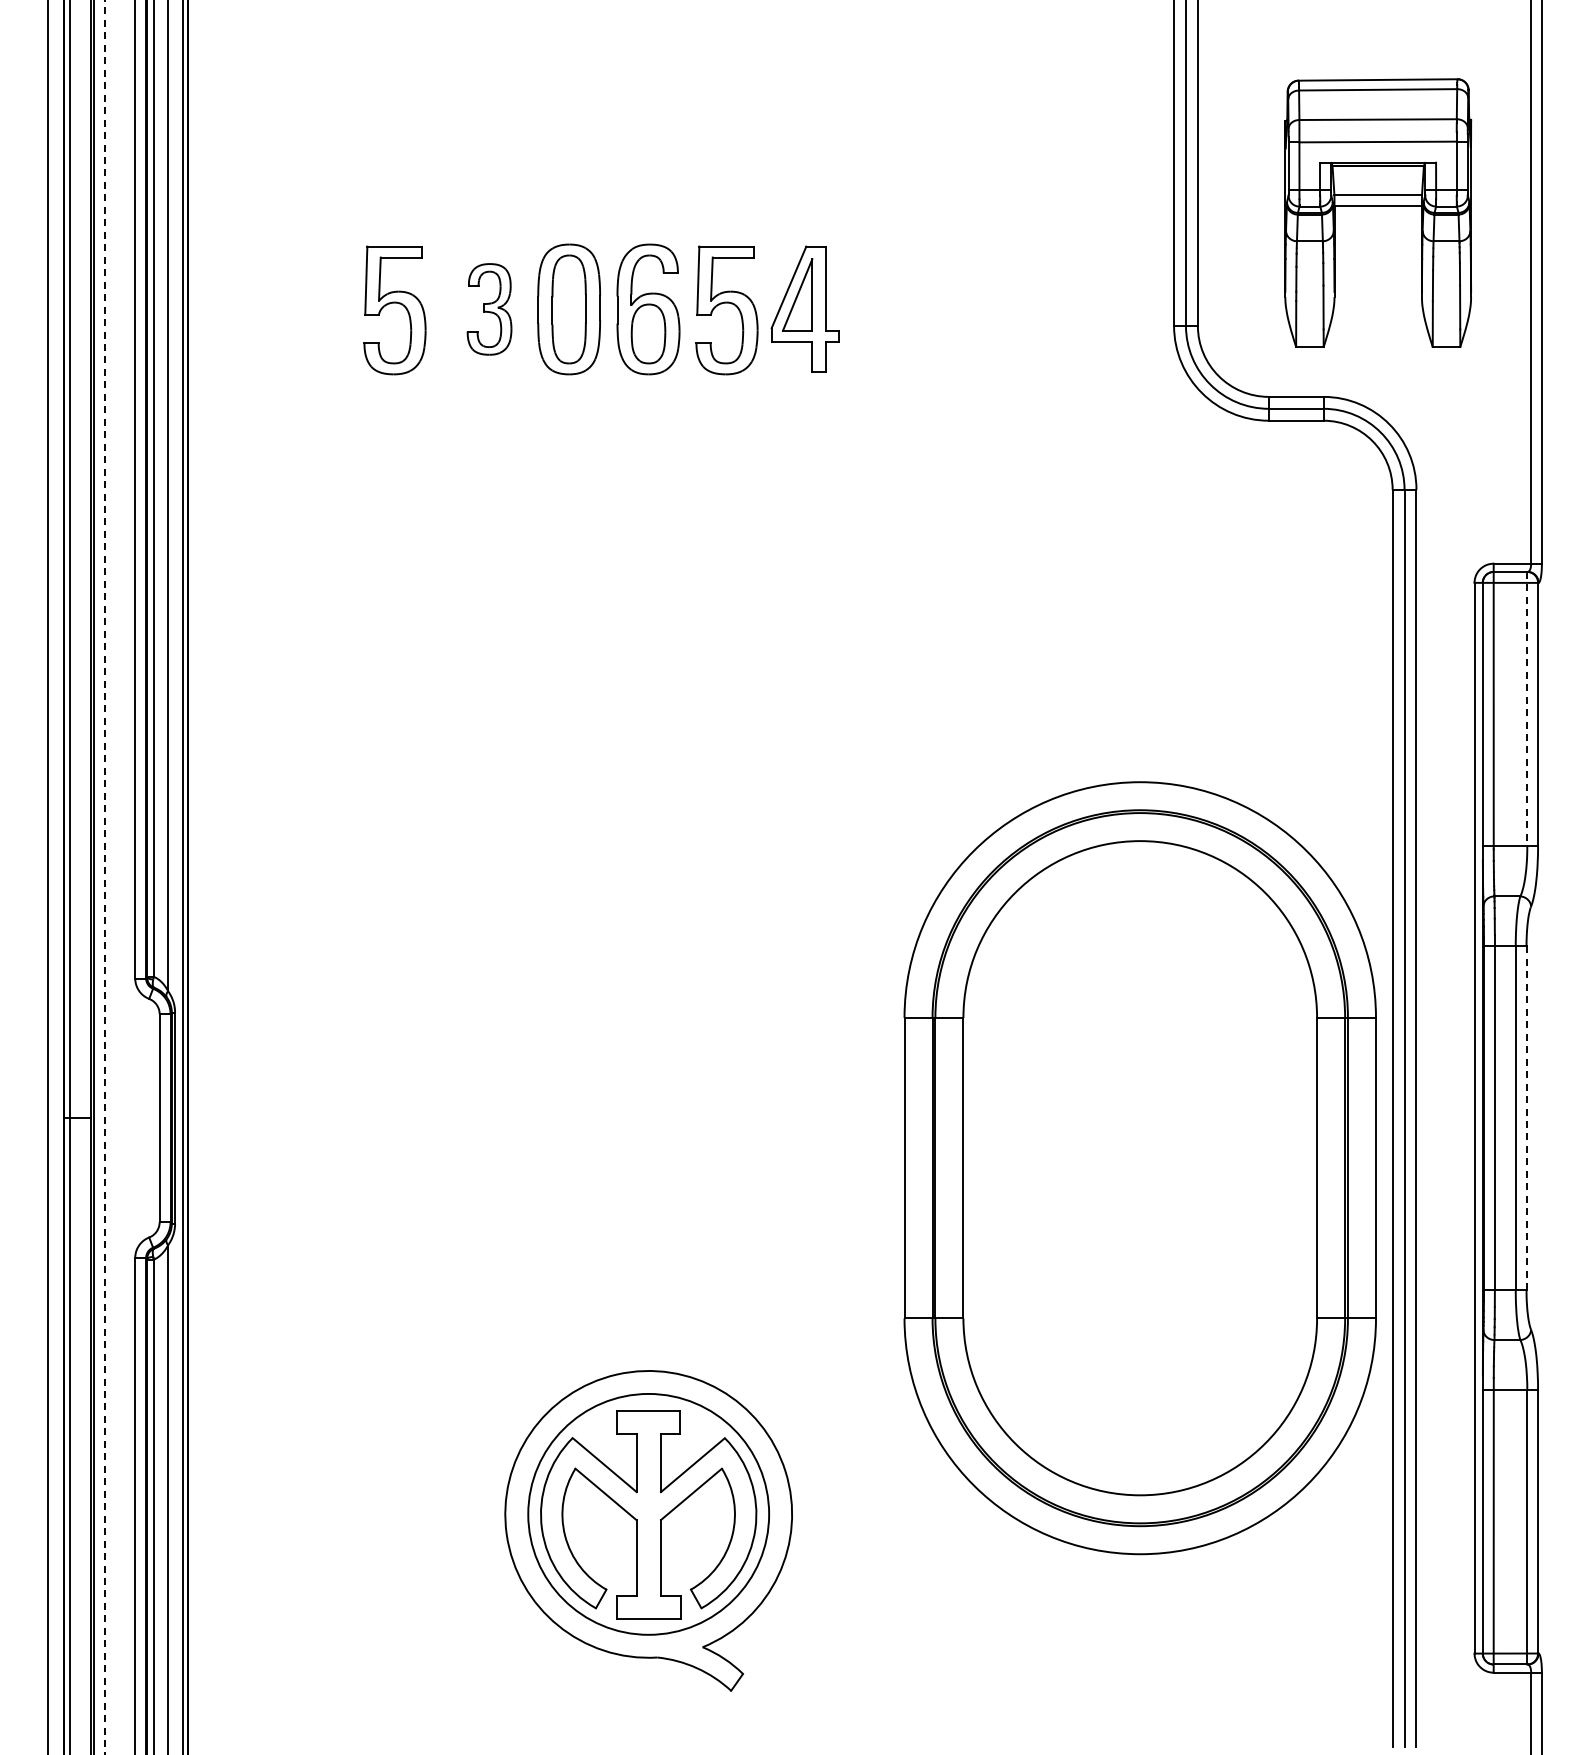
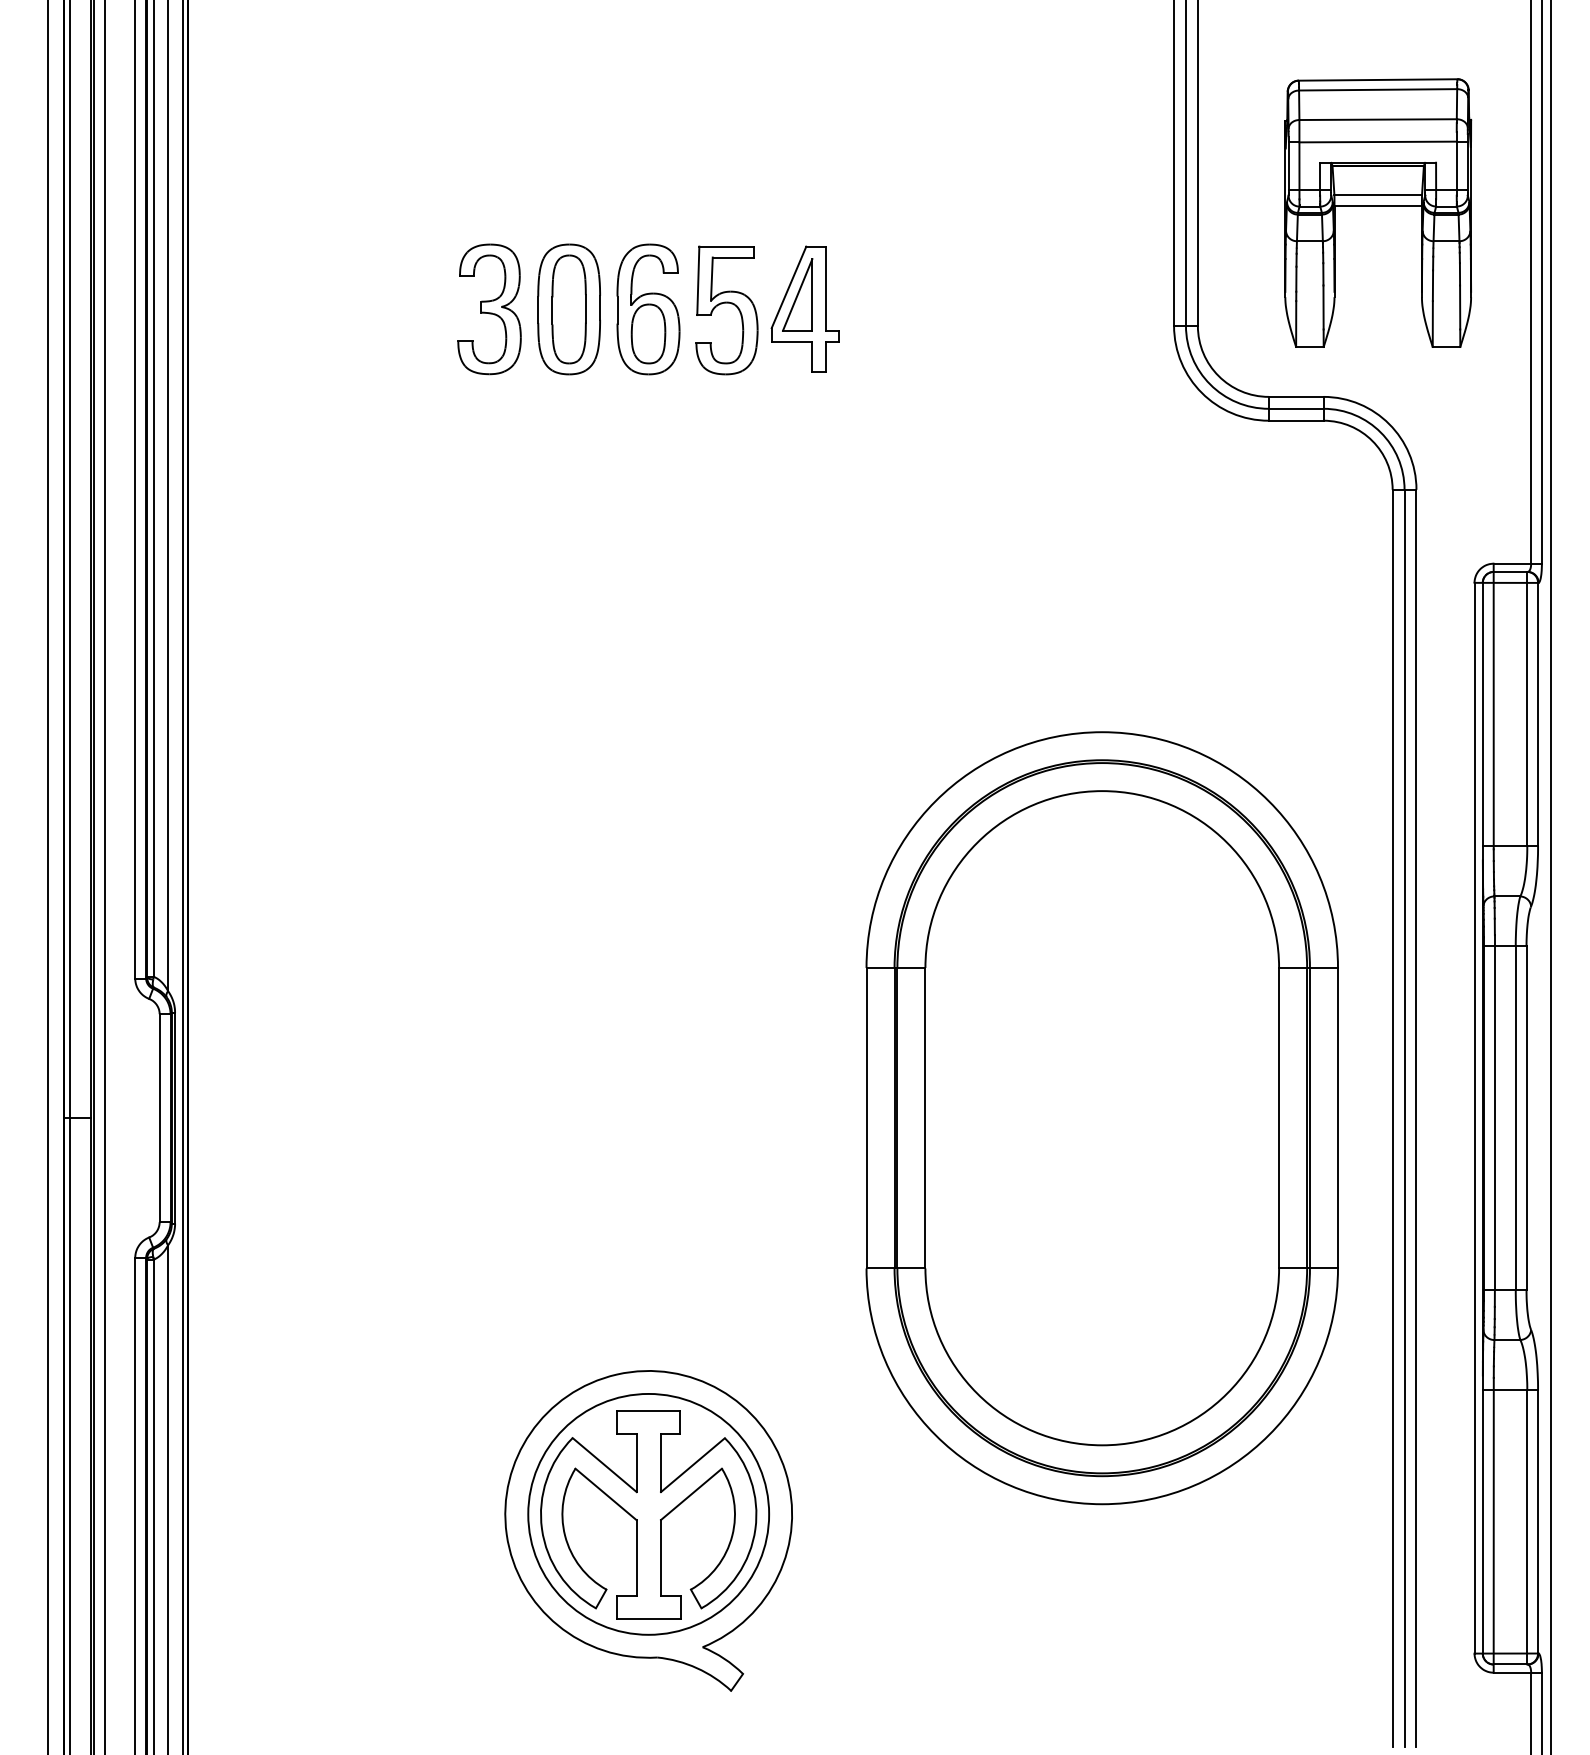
part at (394, 303): present -> none
part at (489, 309) size: 47x93 px -> 65x133 px
line at (1527, 709): dashed -> solid
line at (1550, 876): none -> present
line at (104, 877): dashed -> solid
line at (1526, 1118): dashed -> solid
part at (1139, 1168) position: (1139, 1168) -> (1101, 1118)
